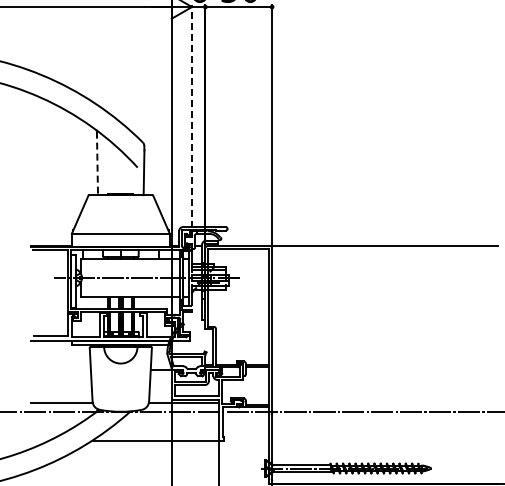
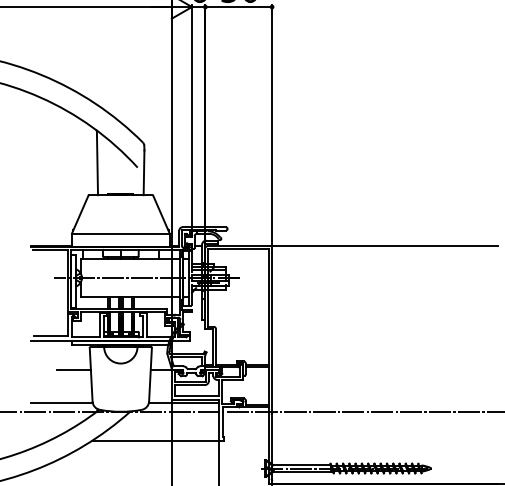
line at (192, 116): dashed -> solid
line at (97, 163): dashed -> solid
line at (73, 369): none -> present
